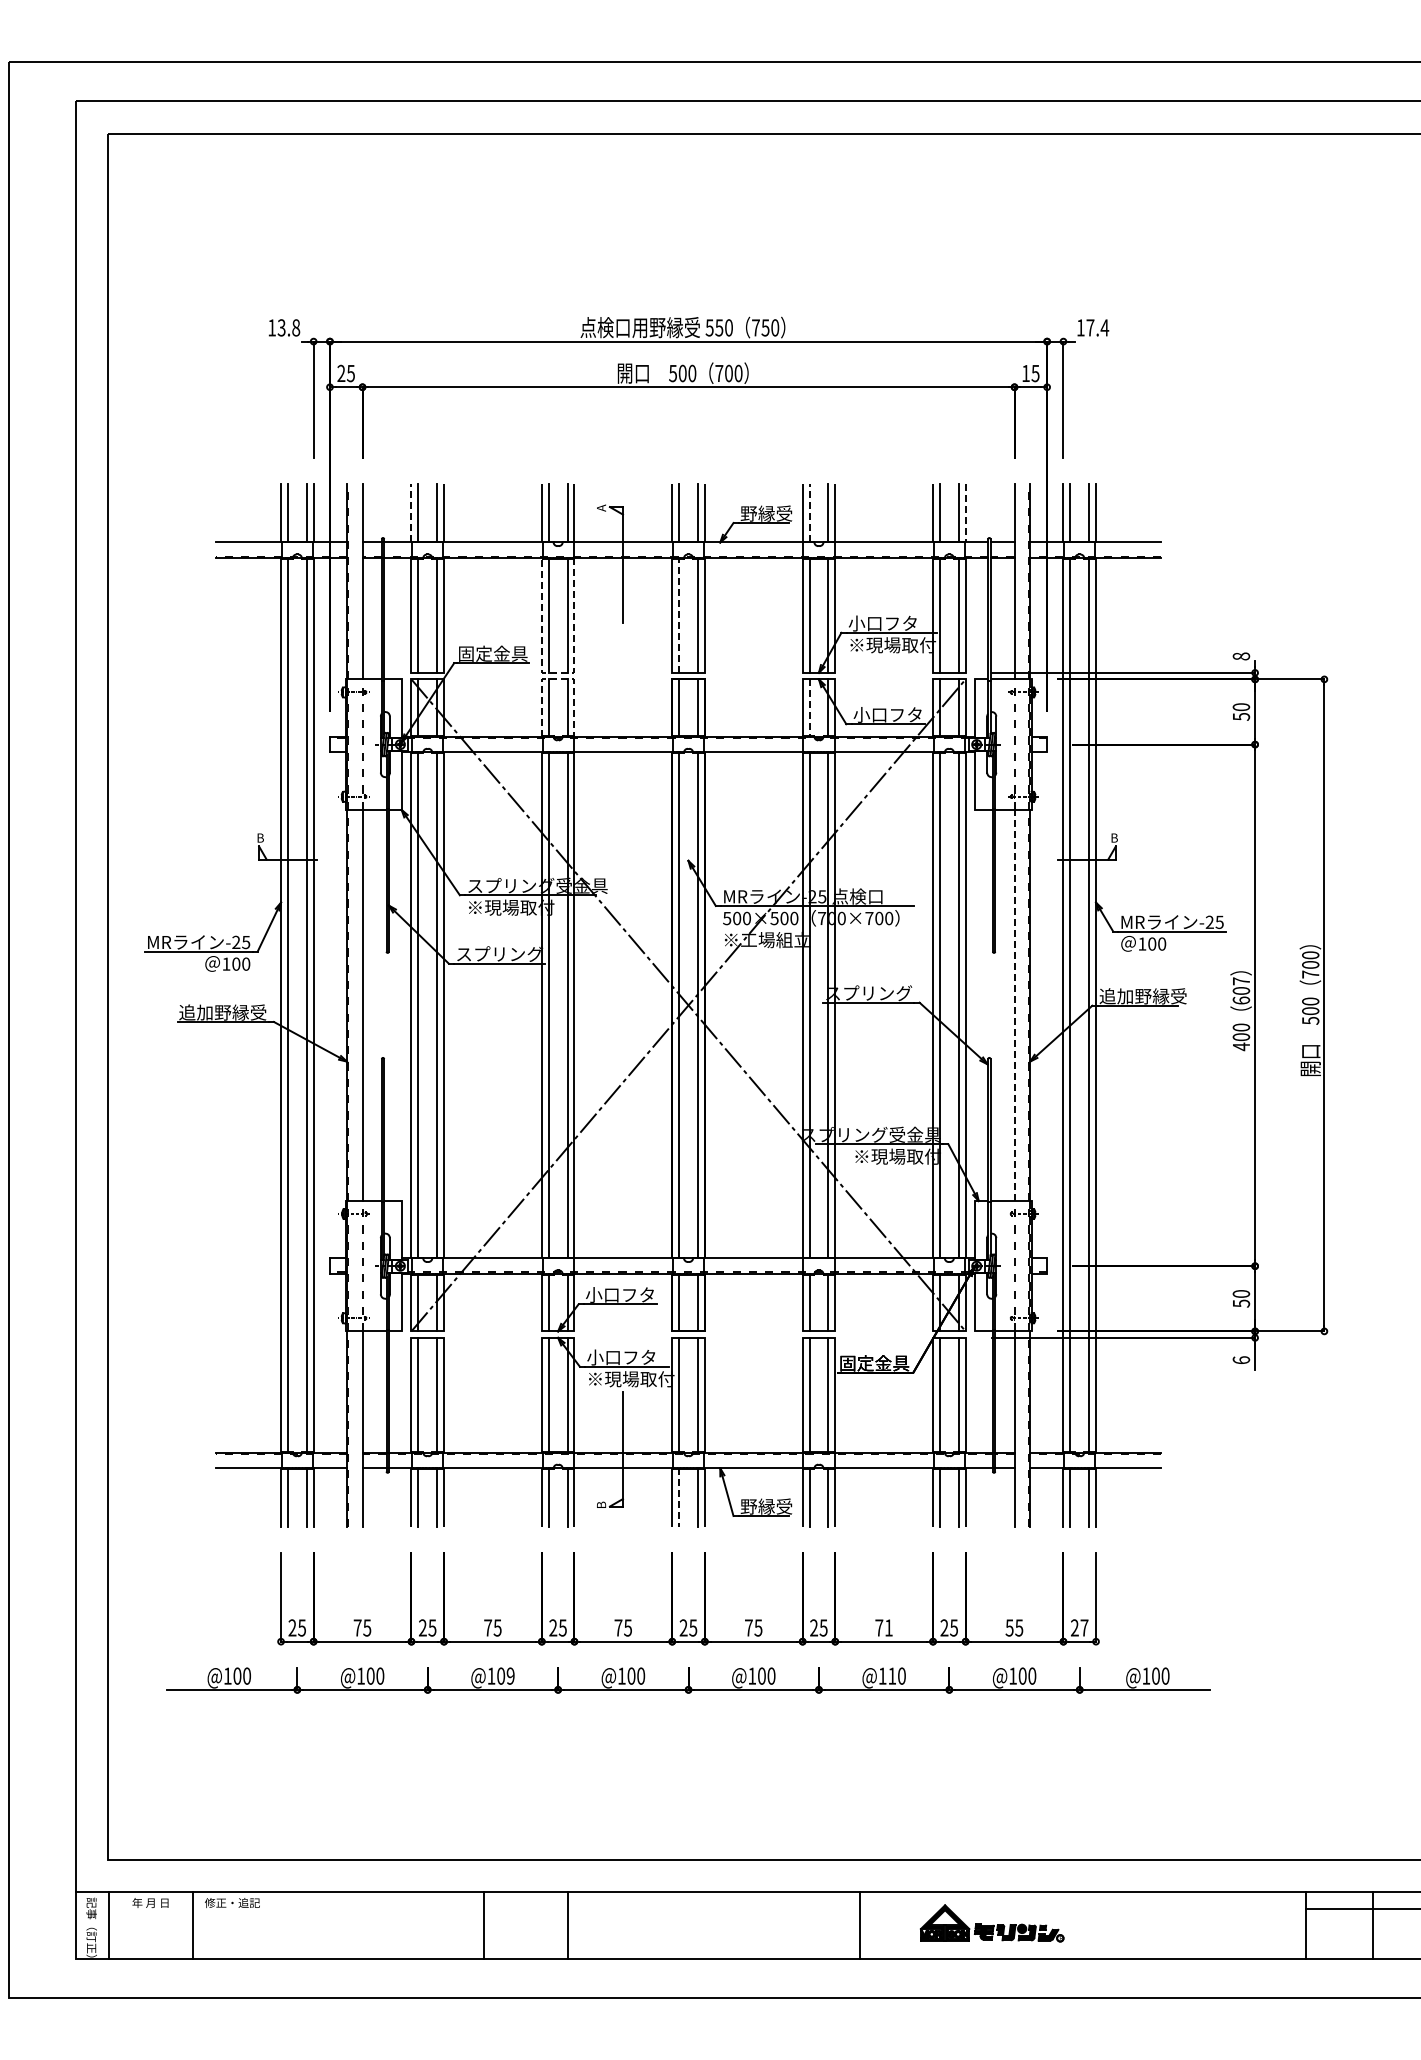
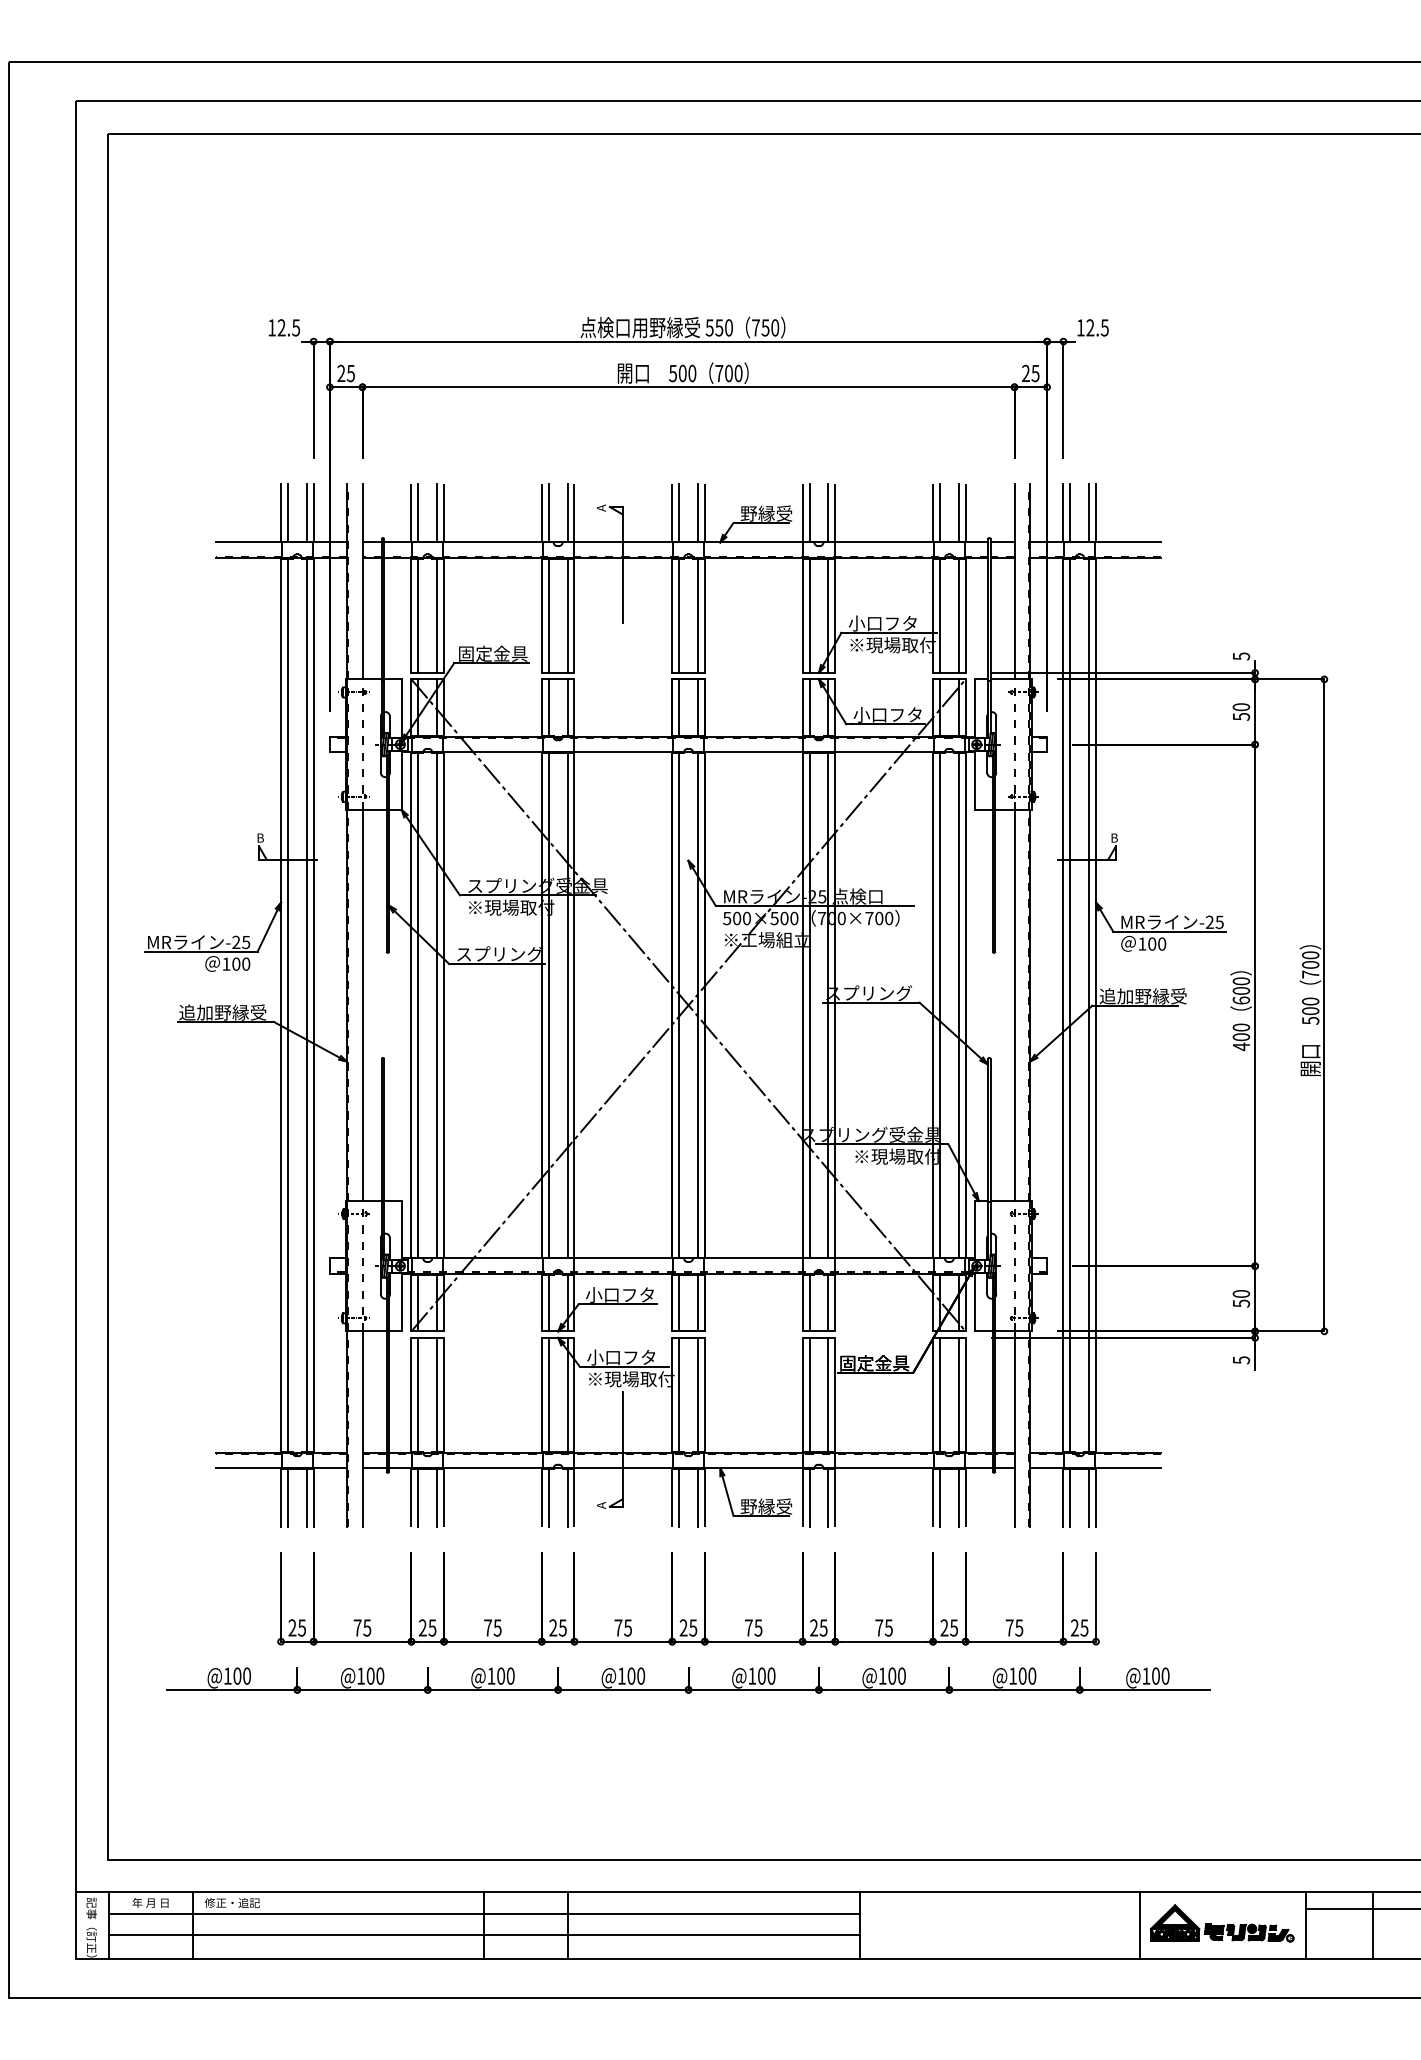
text at (288, 327): 13.8 -> 12.5
text at (1097, 327): 17.4 -> 12.5
text at (1025, 372): 15 -> 25
line at (411, 512): dashed -> solid
line at (809, 512): dashed -> solid
line at (965, 513): dashed -> solid
line at (679, 615): dashed -> solid
text at (1240, 656): 8 -> 5
line at (557, 672): dashed -> solid
line at (558, 679): dashed -> solid
line at (809, 708): dashed -> solid
text at (1241, 981): 607 -> 600
line at (1014, 1005): dashed -> solid
text at (1241, 1360): 6 -> 5
line at (679, 1498): dashed -> solid
text at (601, 1504): B -> A
text at (888, 1627): 71 -> 75
text at (1009, 1627): 55 -> 75
text at (1084, 1627): 27 -> 25
text at (510, 1675): @109 -> @100
text at (892, 1675): @110 -> @100
line at (484, 1913): none -> present
part at (992, 1923) position: (992, 1923) -> (1222, 1923)
line at (1139, 1925): none -> present
line at (484, 1935): none -> present
